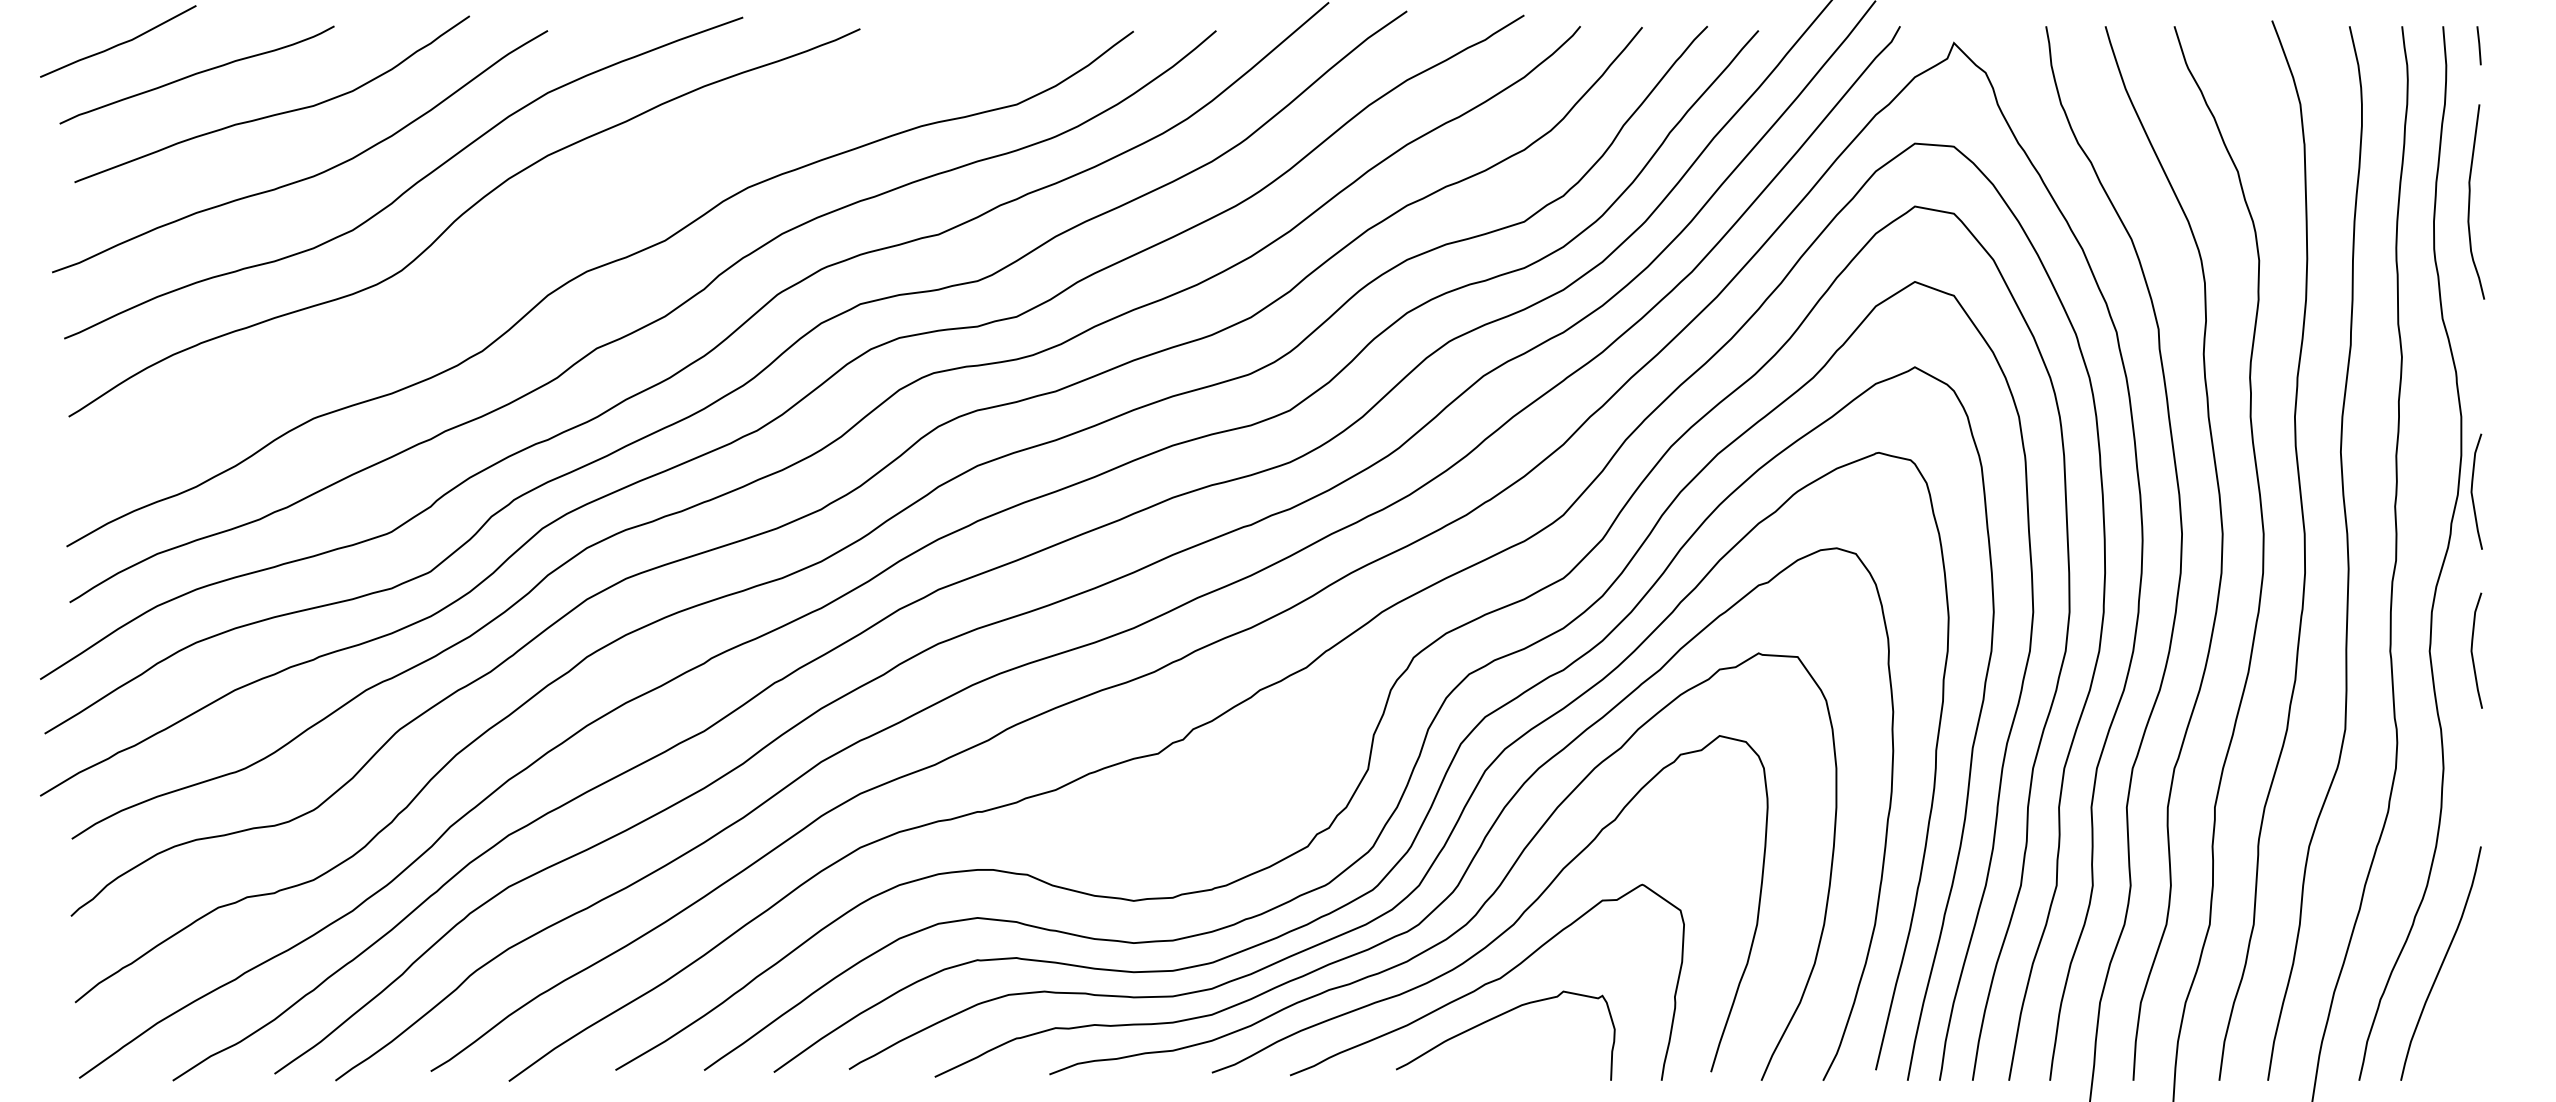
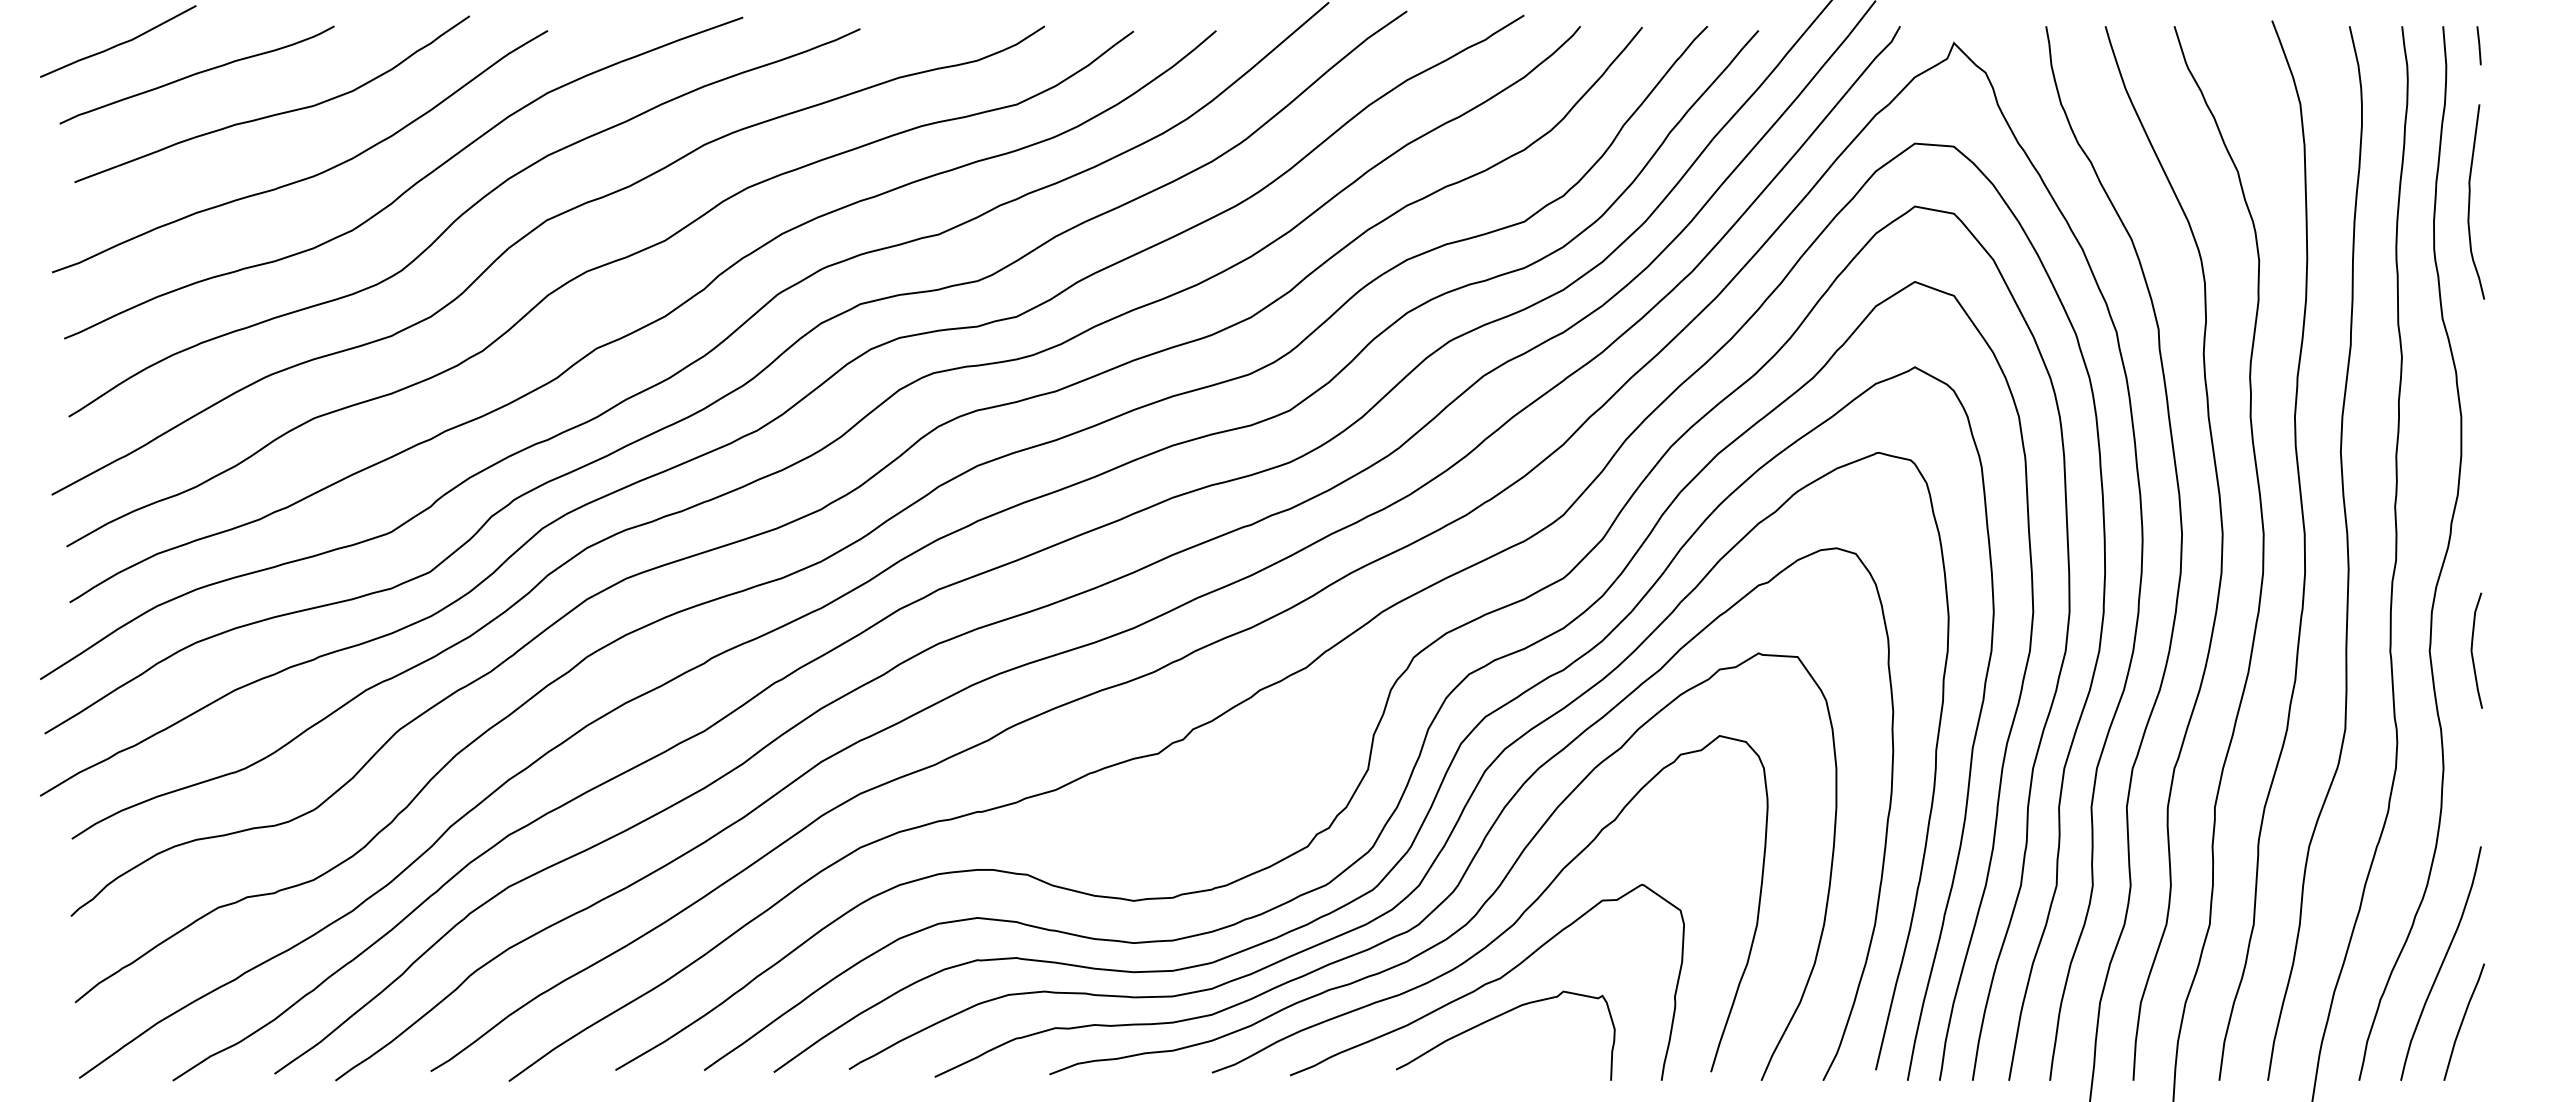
curve at (529, 234): none -> present
curve at (2472, 491): present -> none
line at (2463, 1021): none -> present
